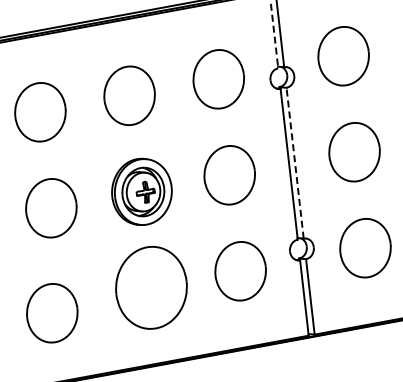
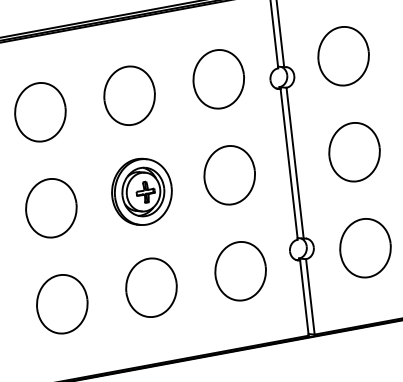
line at (274, 34): dashed -> solid
line at (295, 163): dashed -> solid
part at (151, 287) size: 73x84 px -> 53x61 px
part at (52, 313) position: (52, 313) -> (62, 304)
